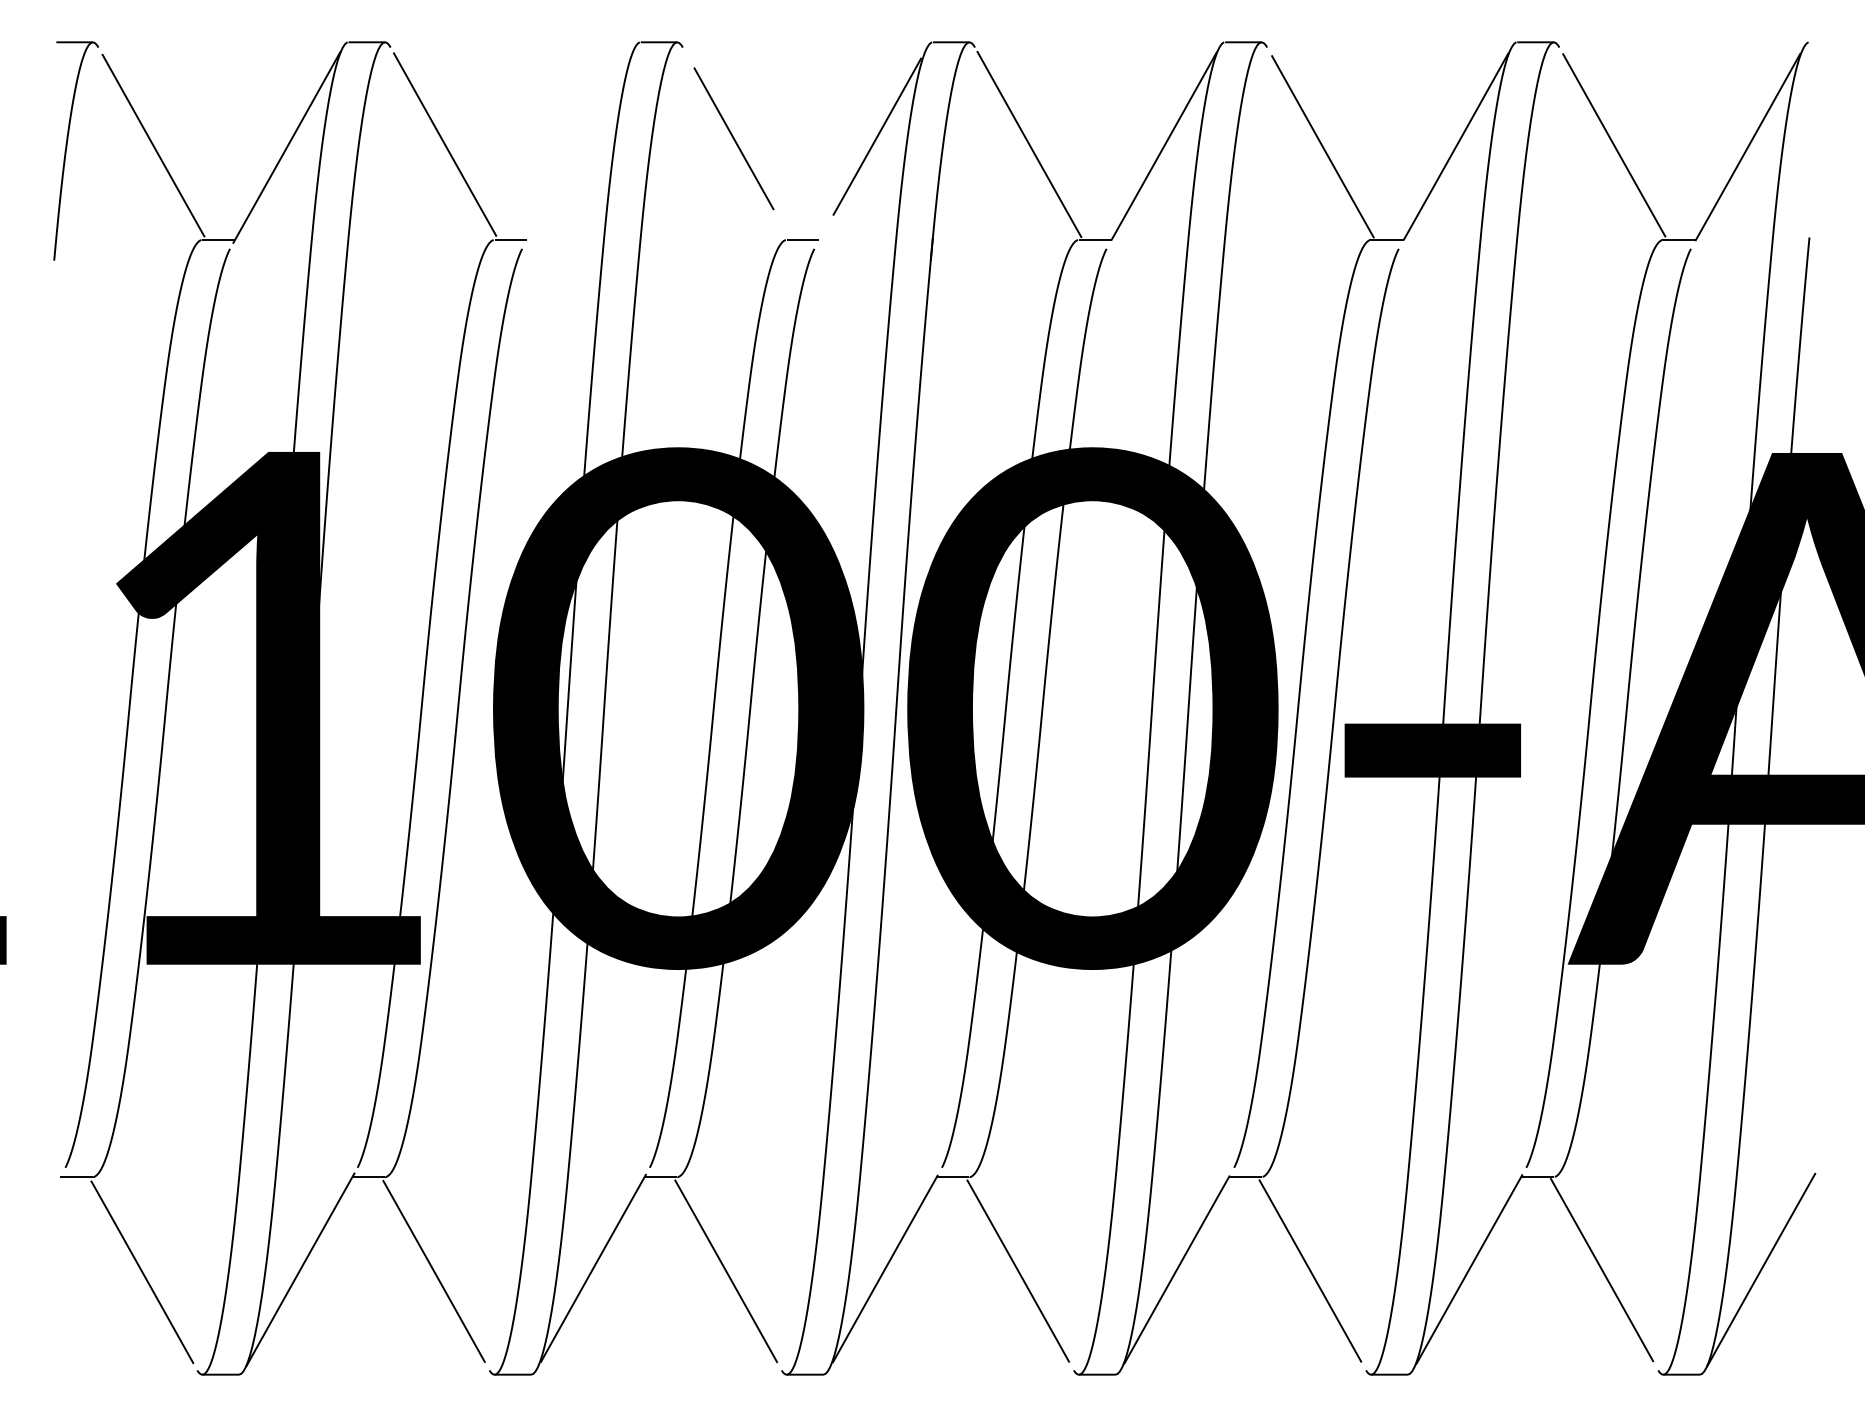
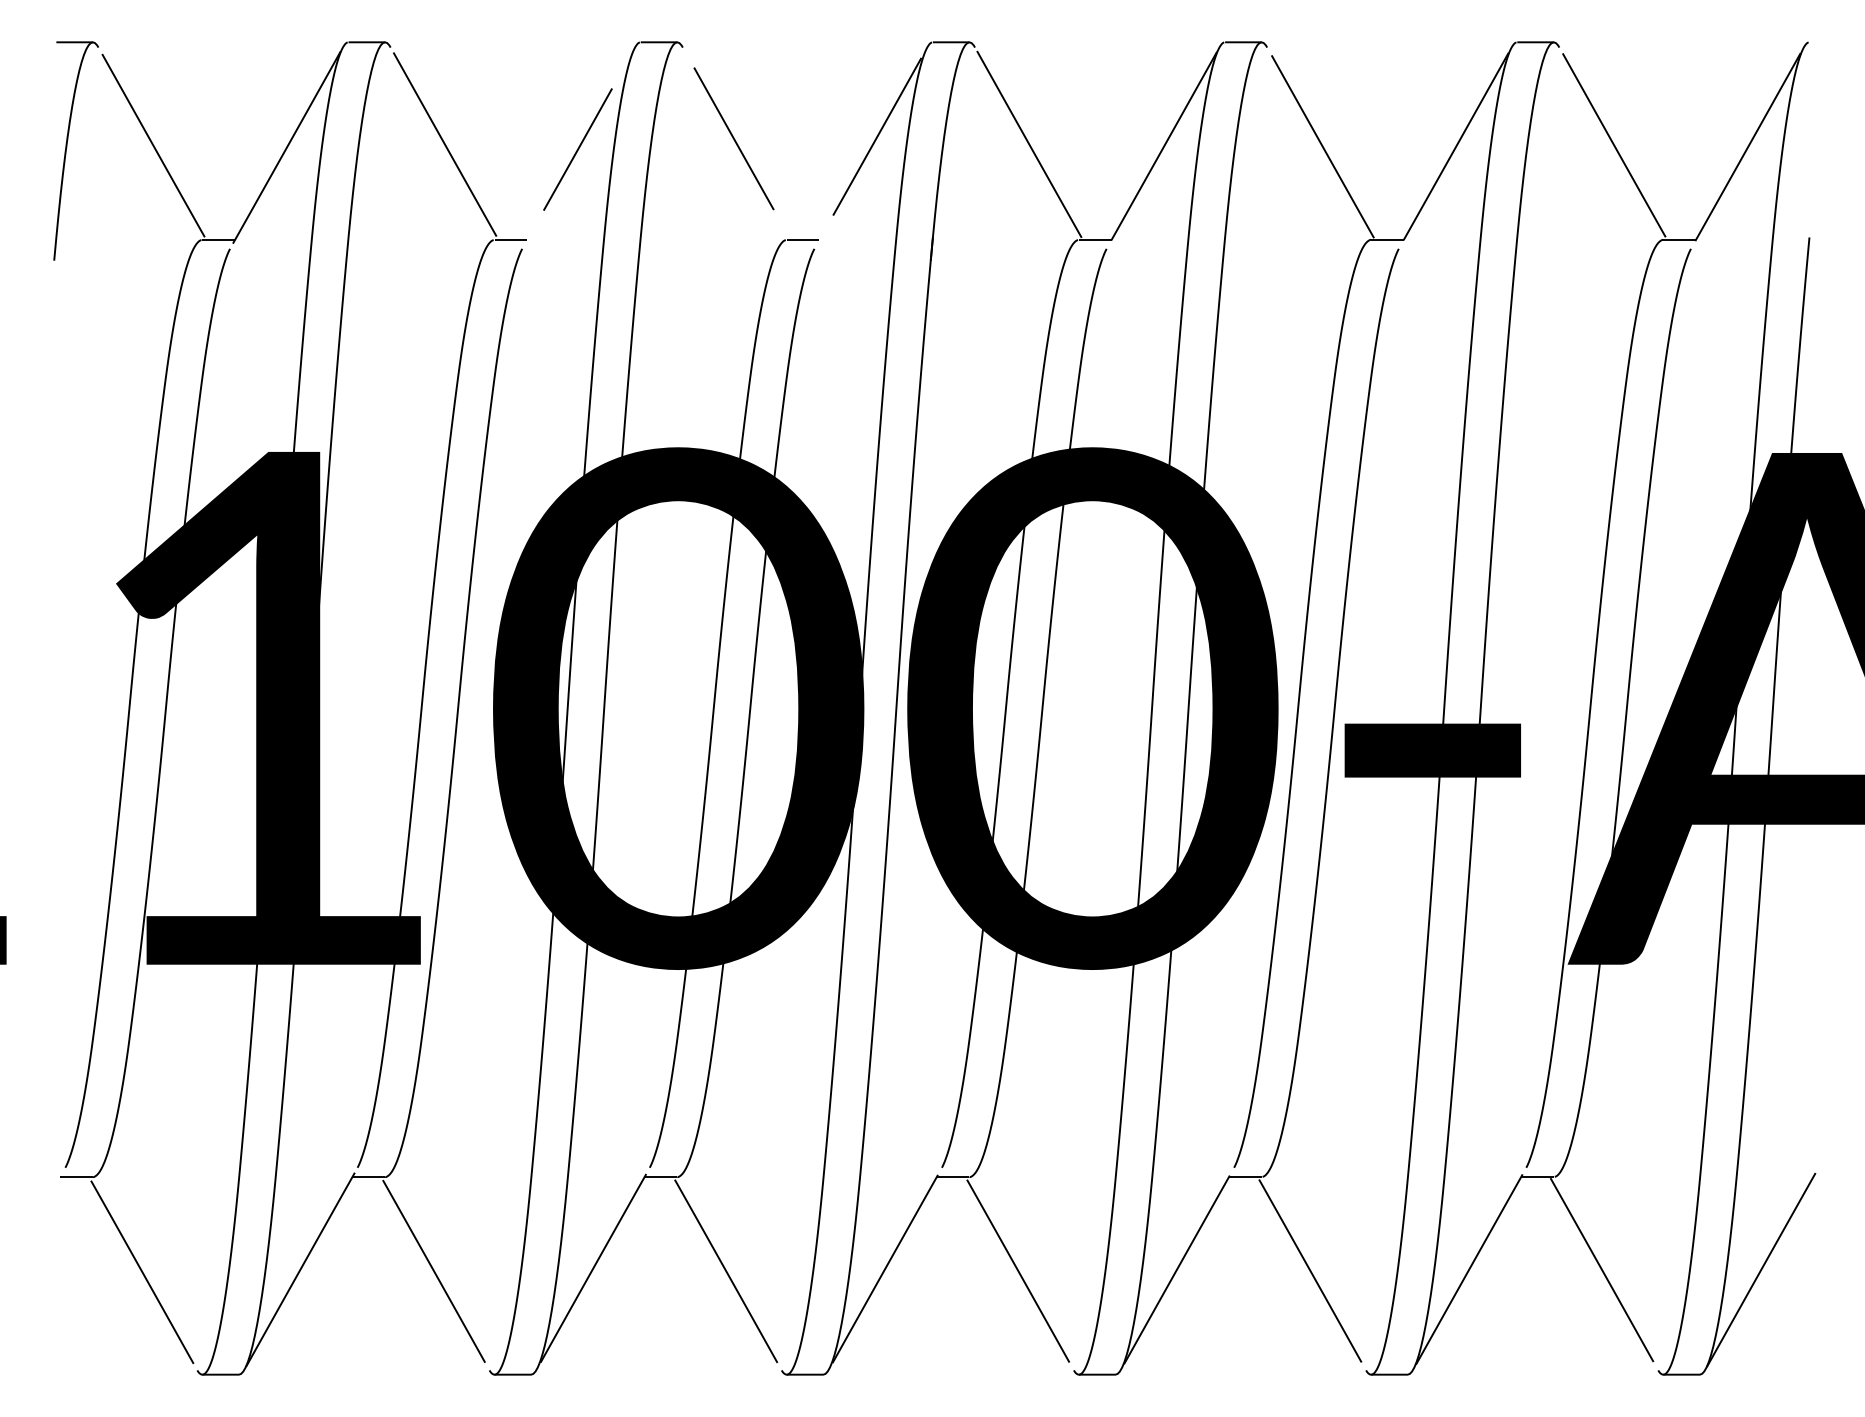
line at (577, 149): none -> present
